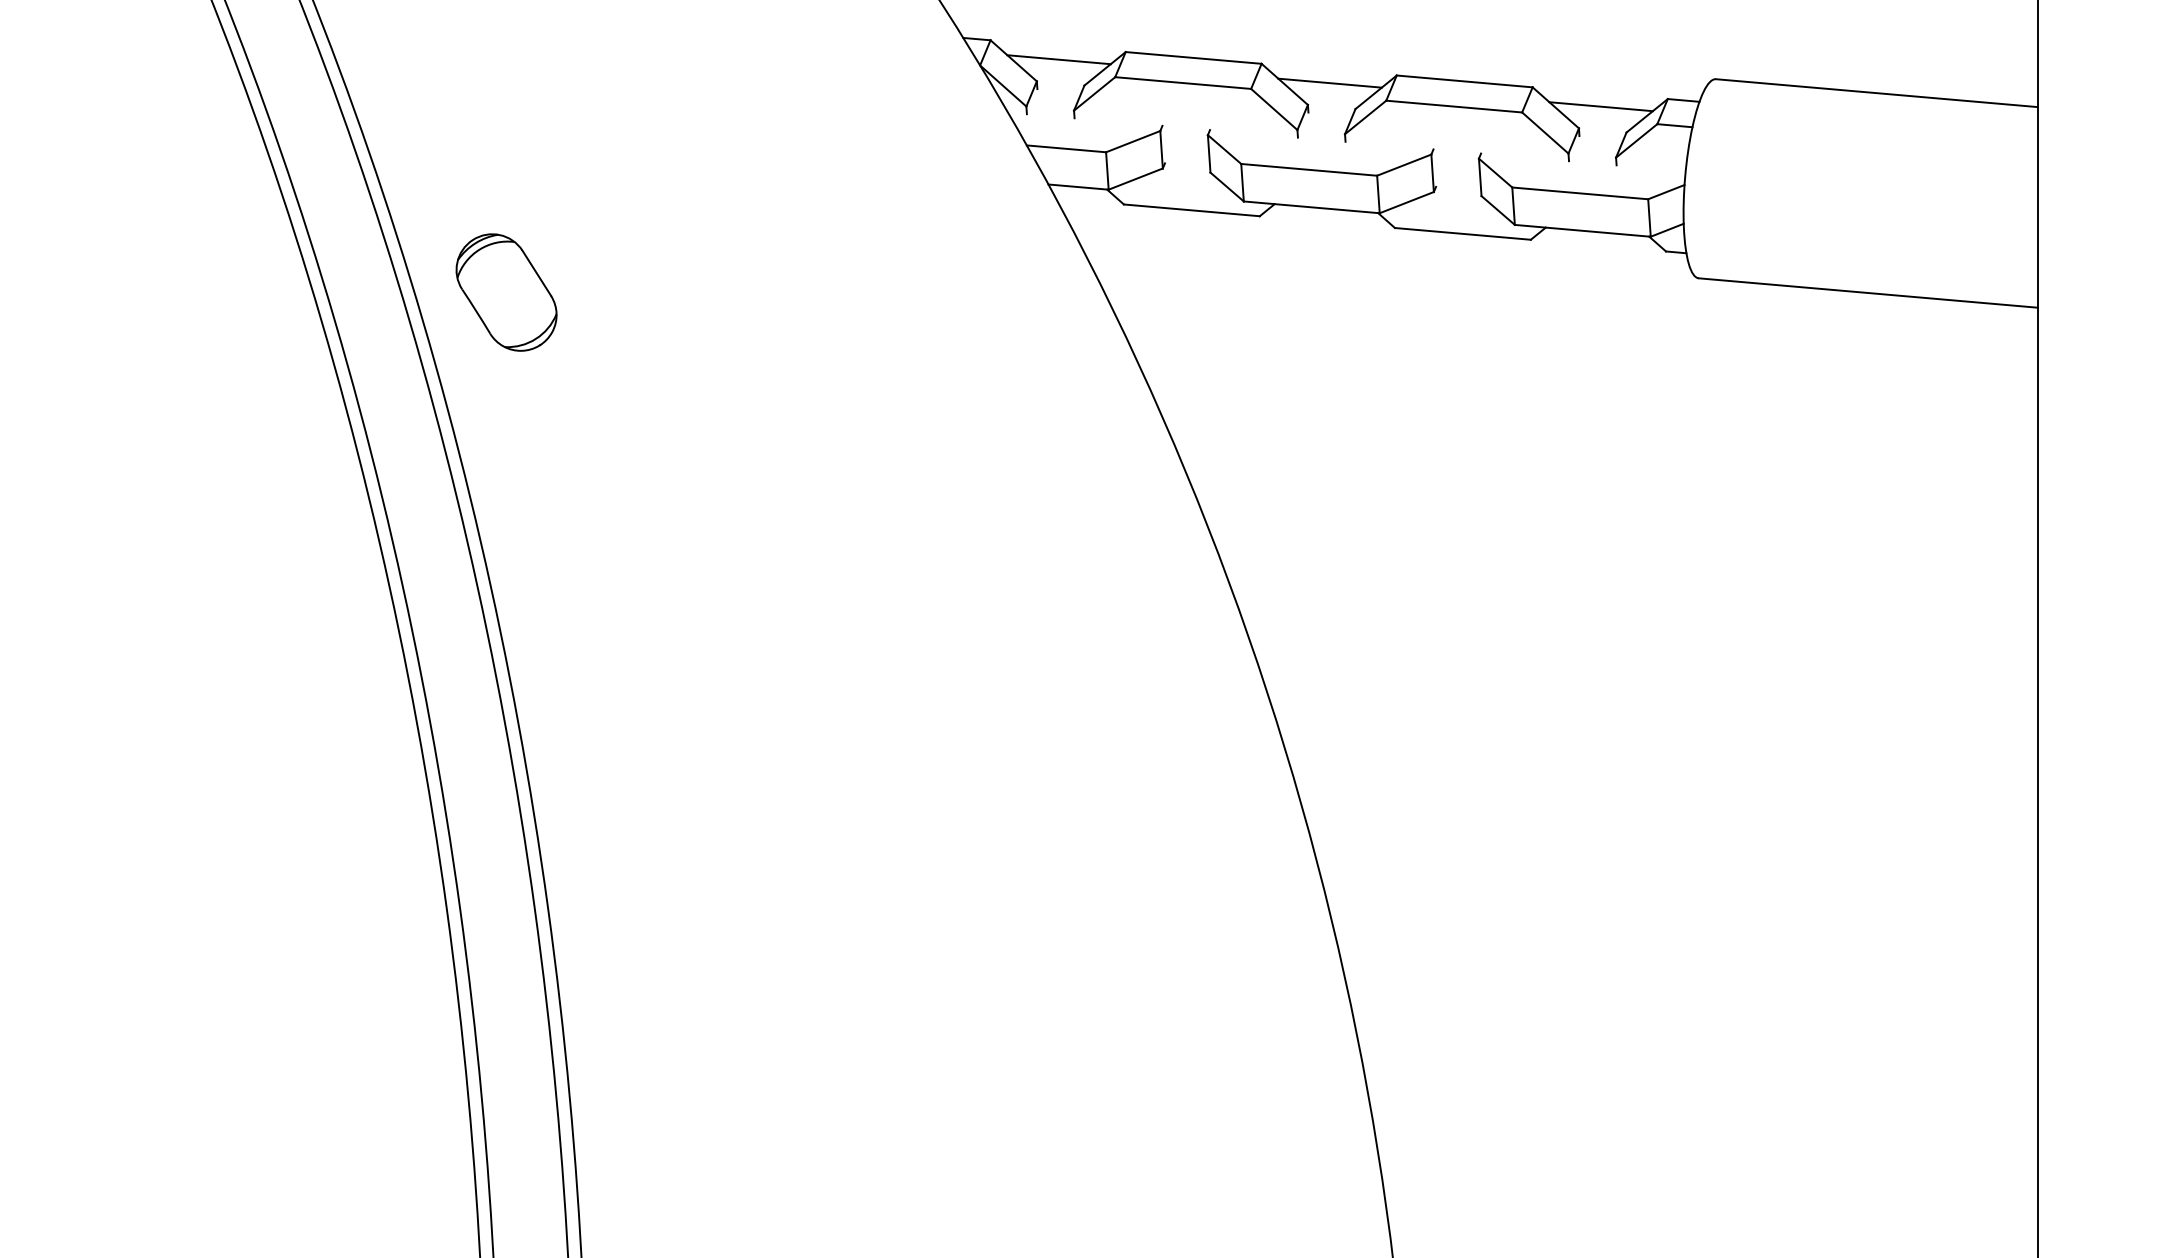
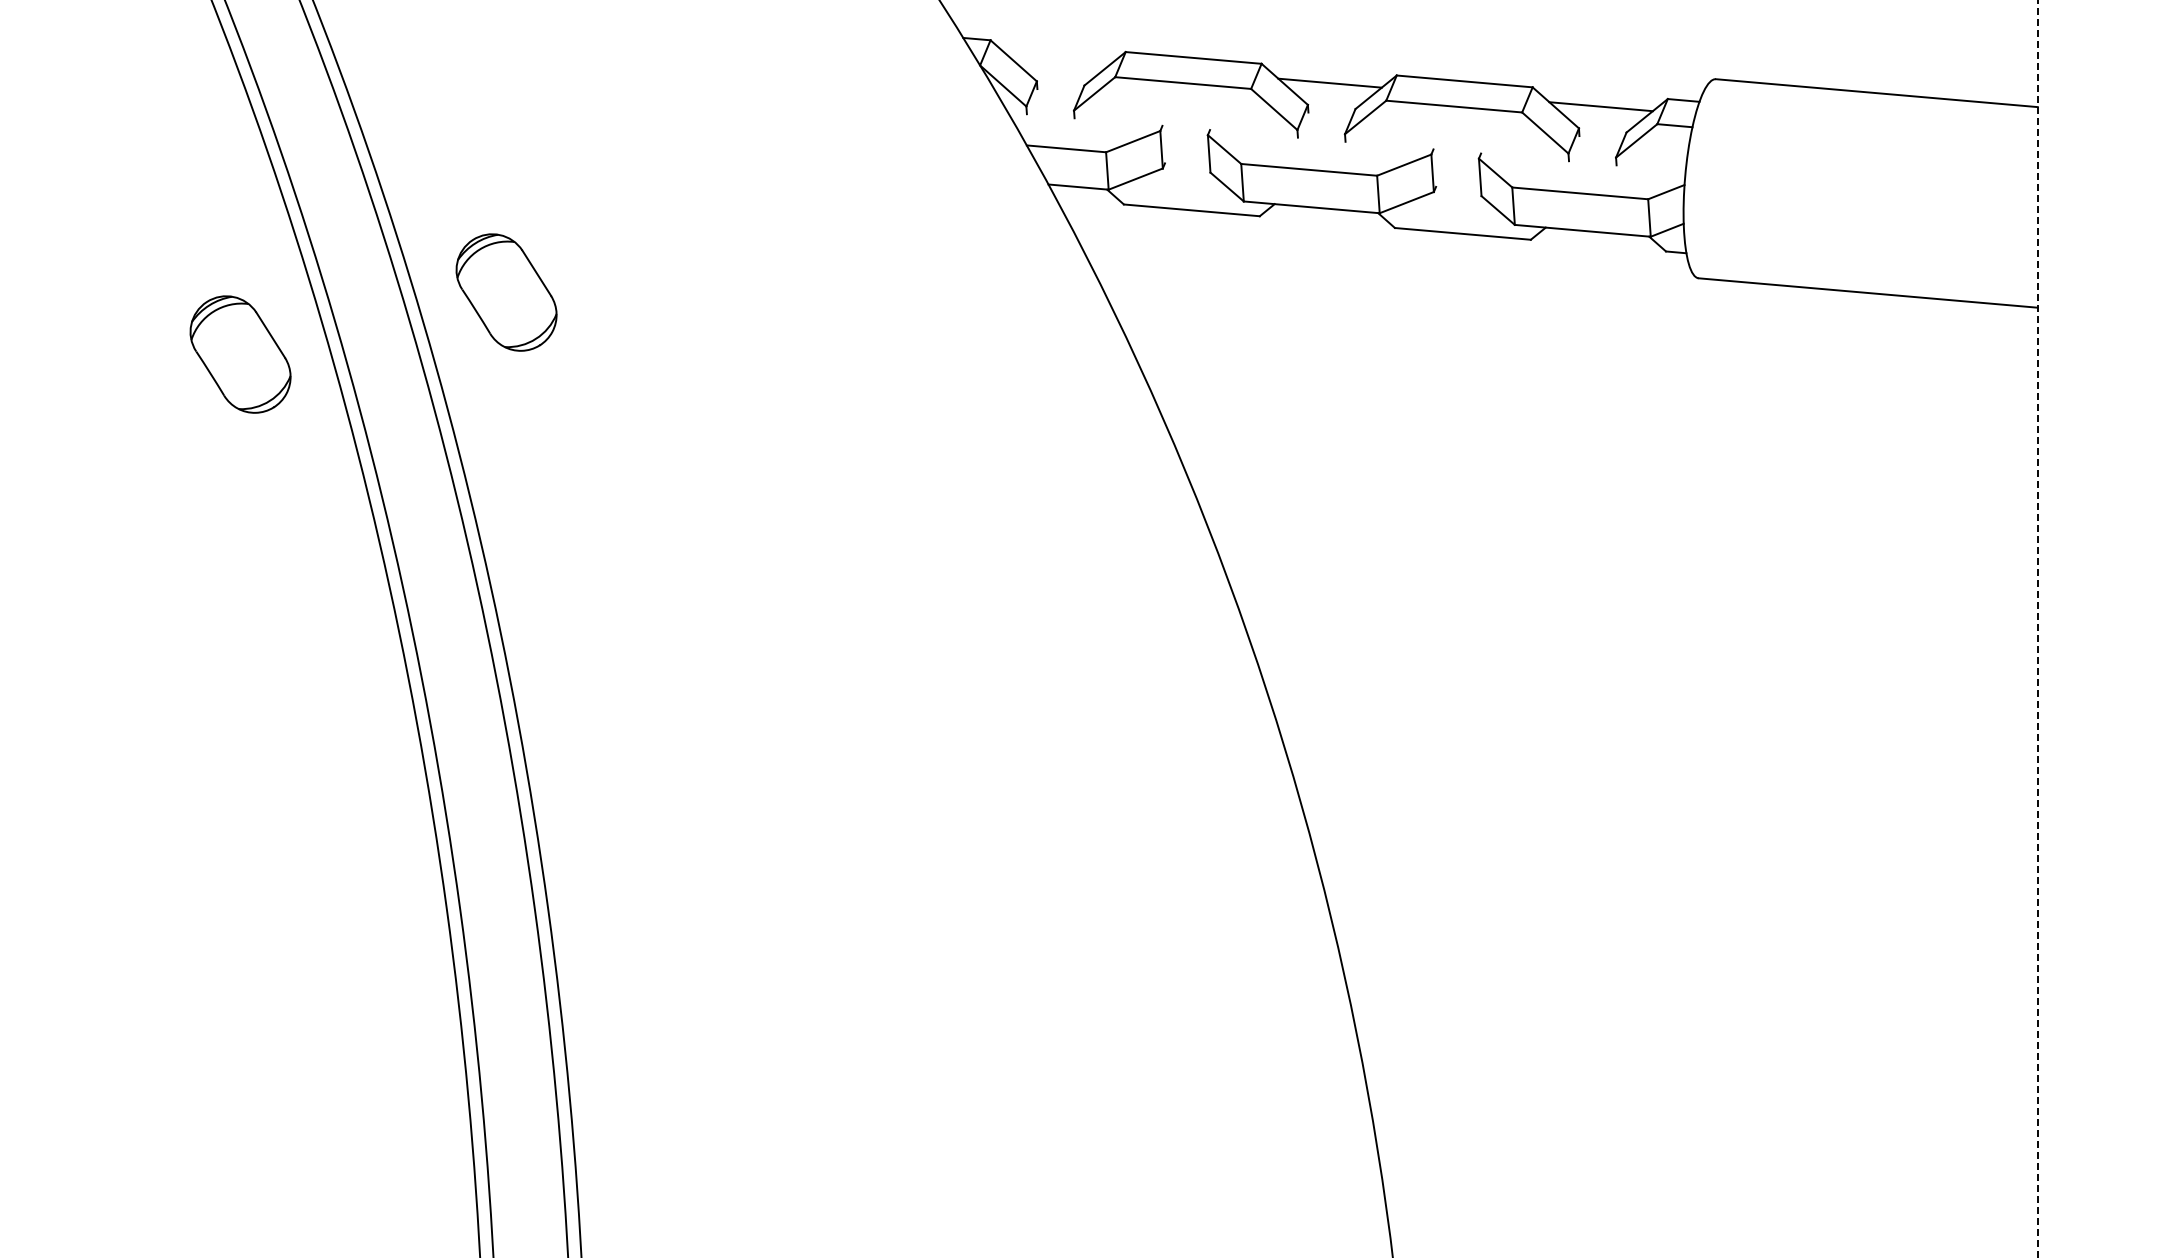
line at (1058, 59): present -> none
part at (240, 354): none -> present
line at (2037, 628): solid -> dashed
